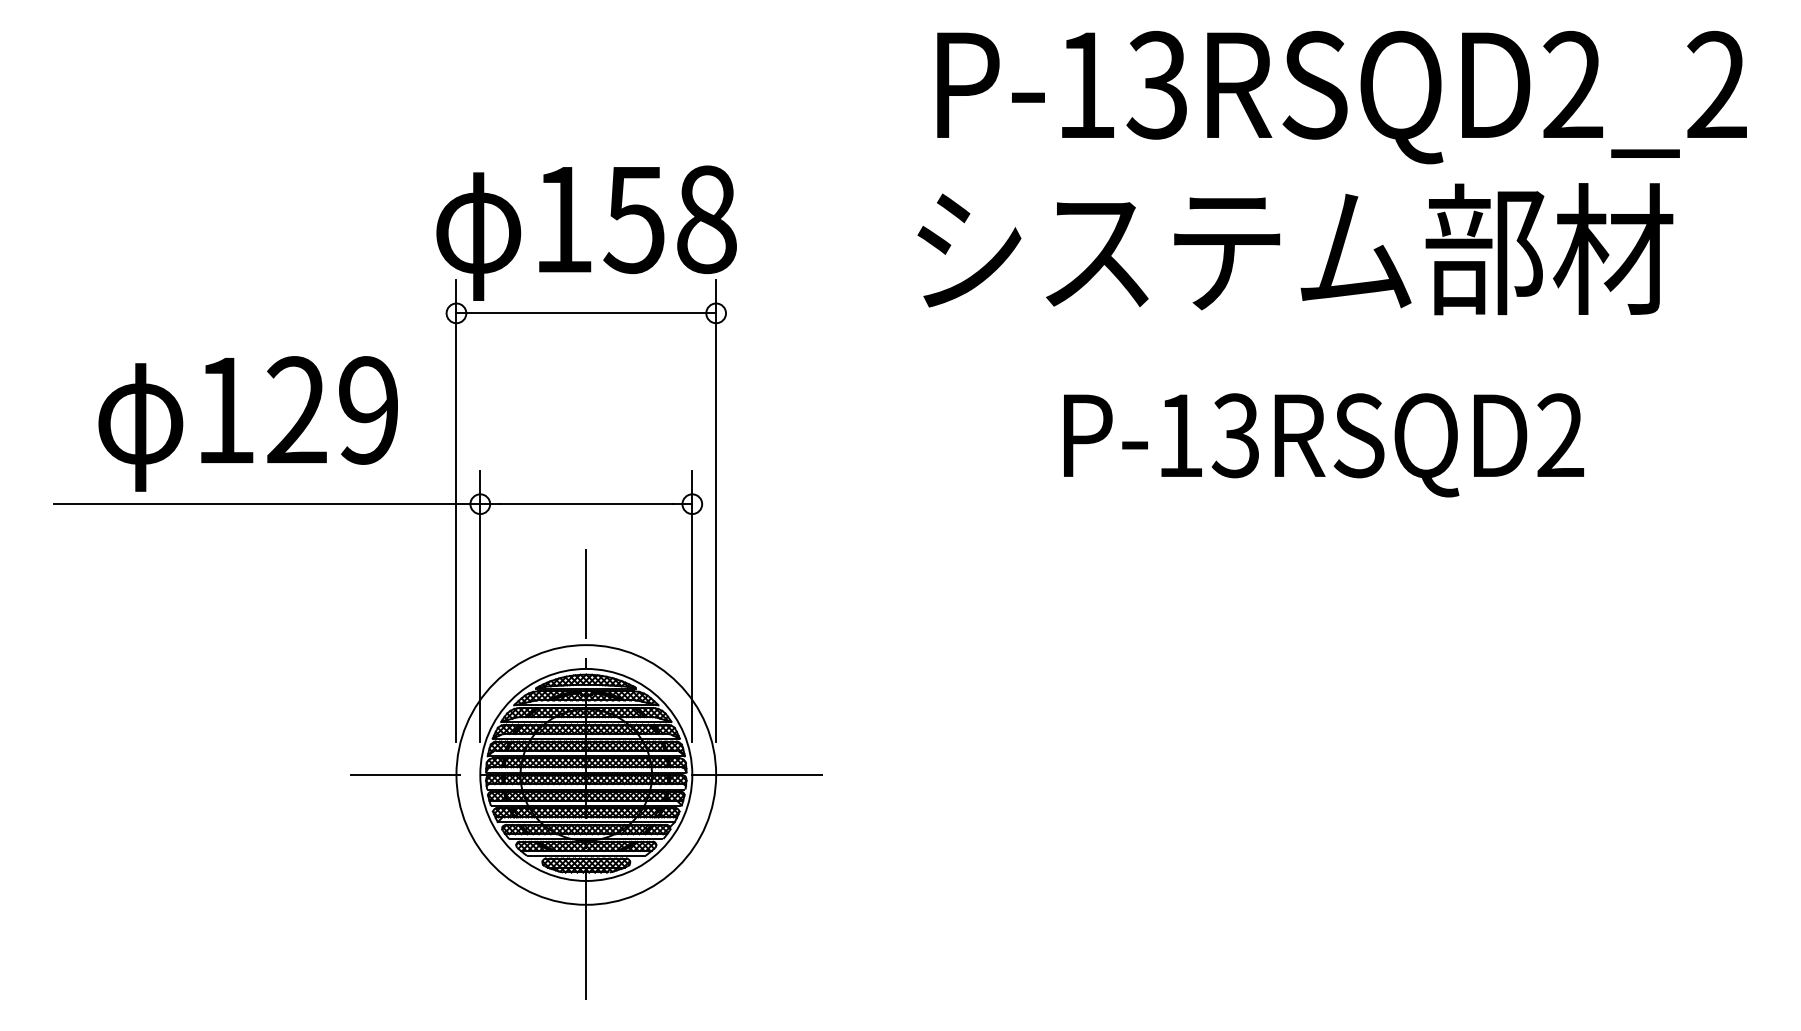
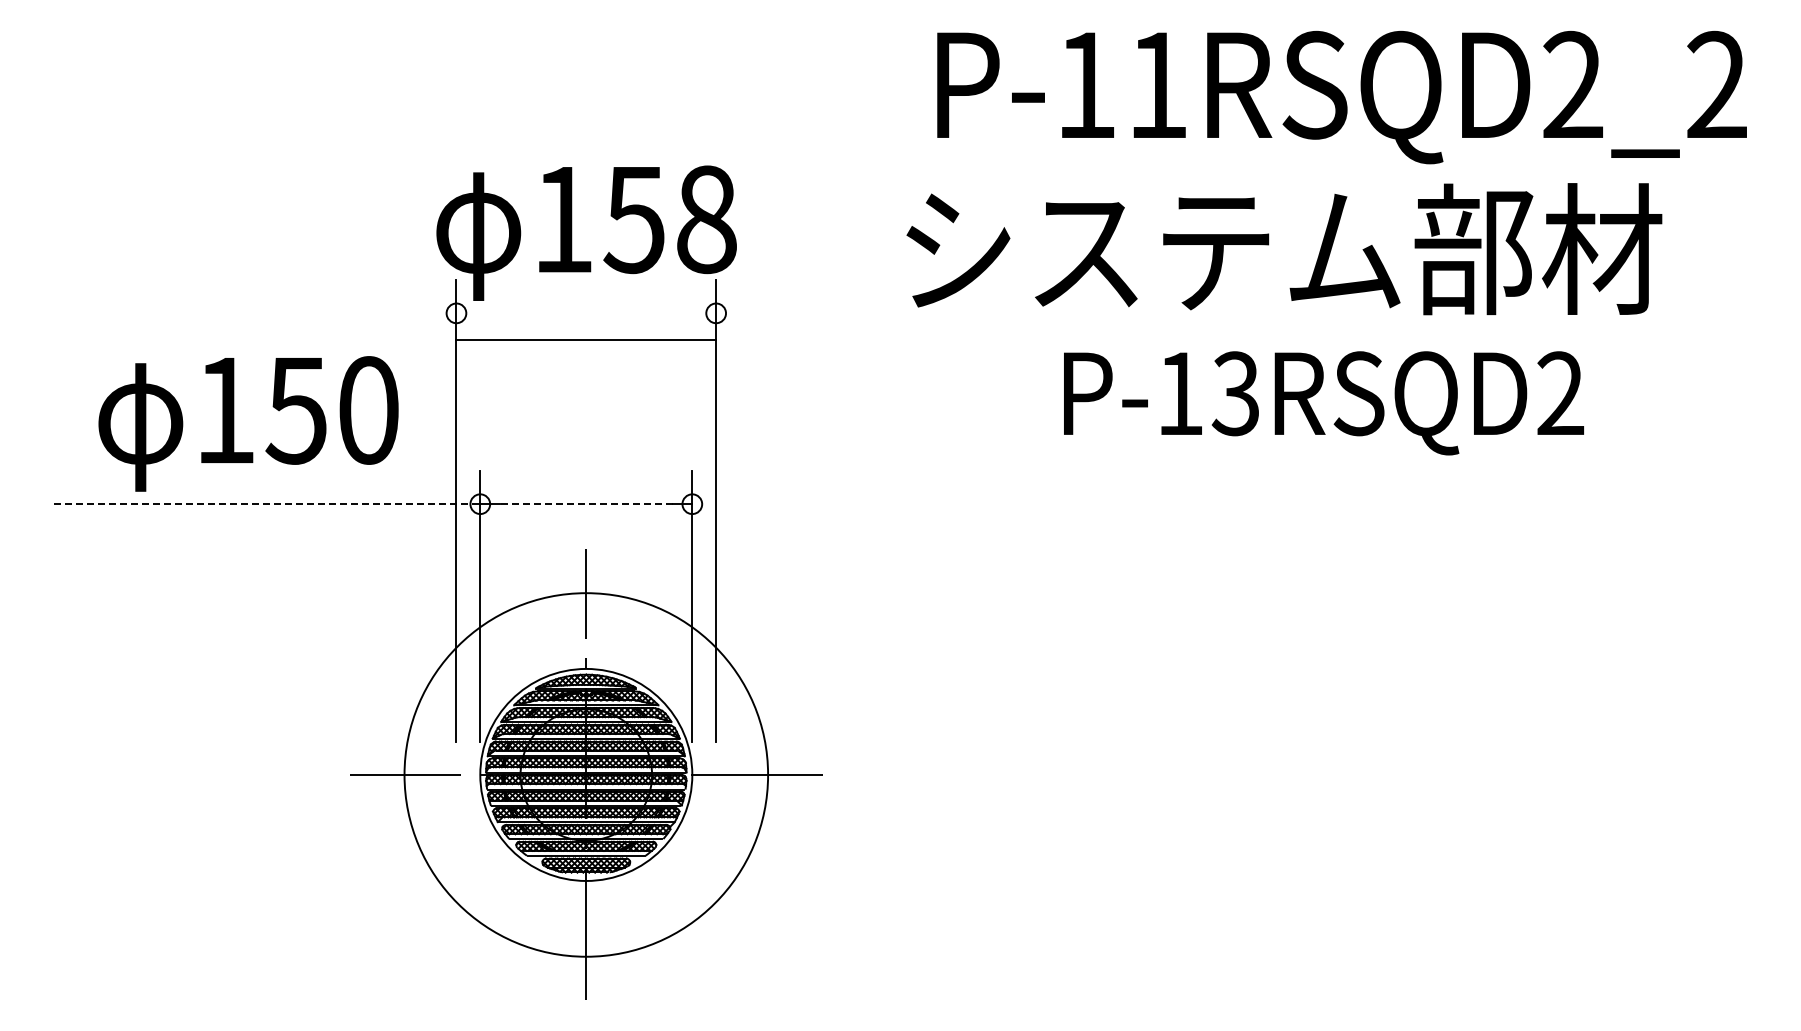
text at (1156, 84): P-13RSQD2_2 -> P-11RSQD2_2
text at (1295, 249) position: (1295, 249) -> (1284, 249)
line at (586, 313) position: (586, 313) -> (586, 340)
text at (331, 410): 129 -> 150
text at (1323, 445) position: (1323, 445) -> (1323, 403)
line at (267, 504): solid -> dashed
line at (585, 504): solid -> dashed
circle at (586, 774) diameter: 260 px -> 364 px
